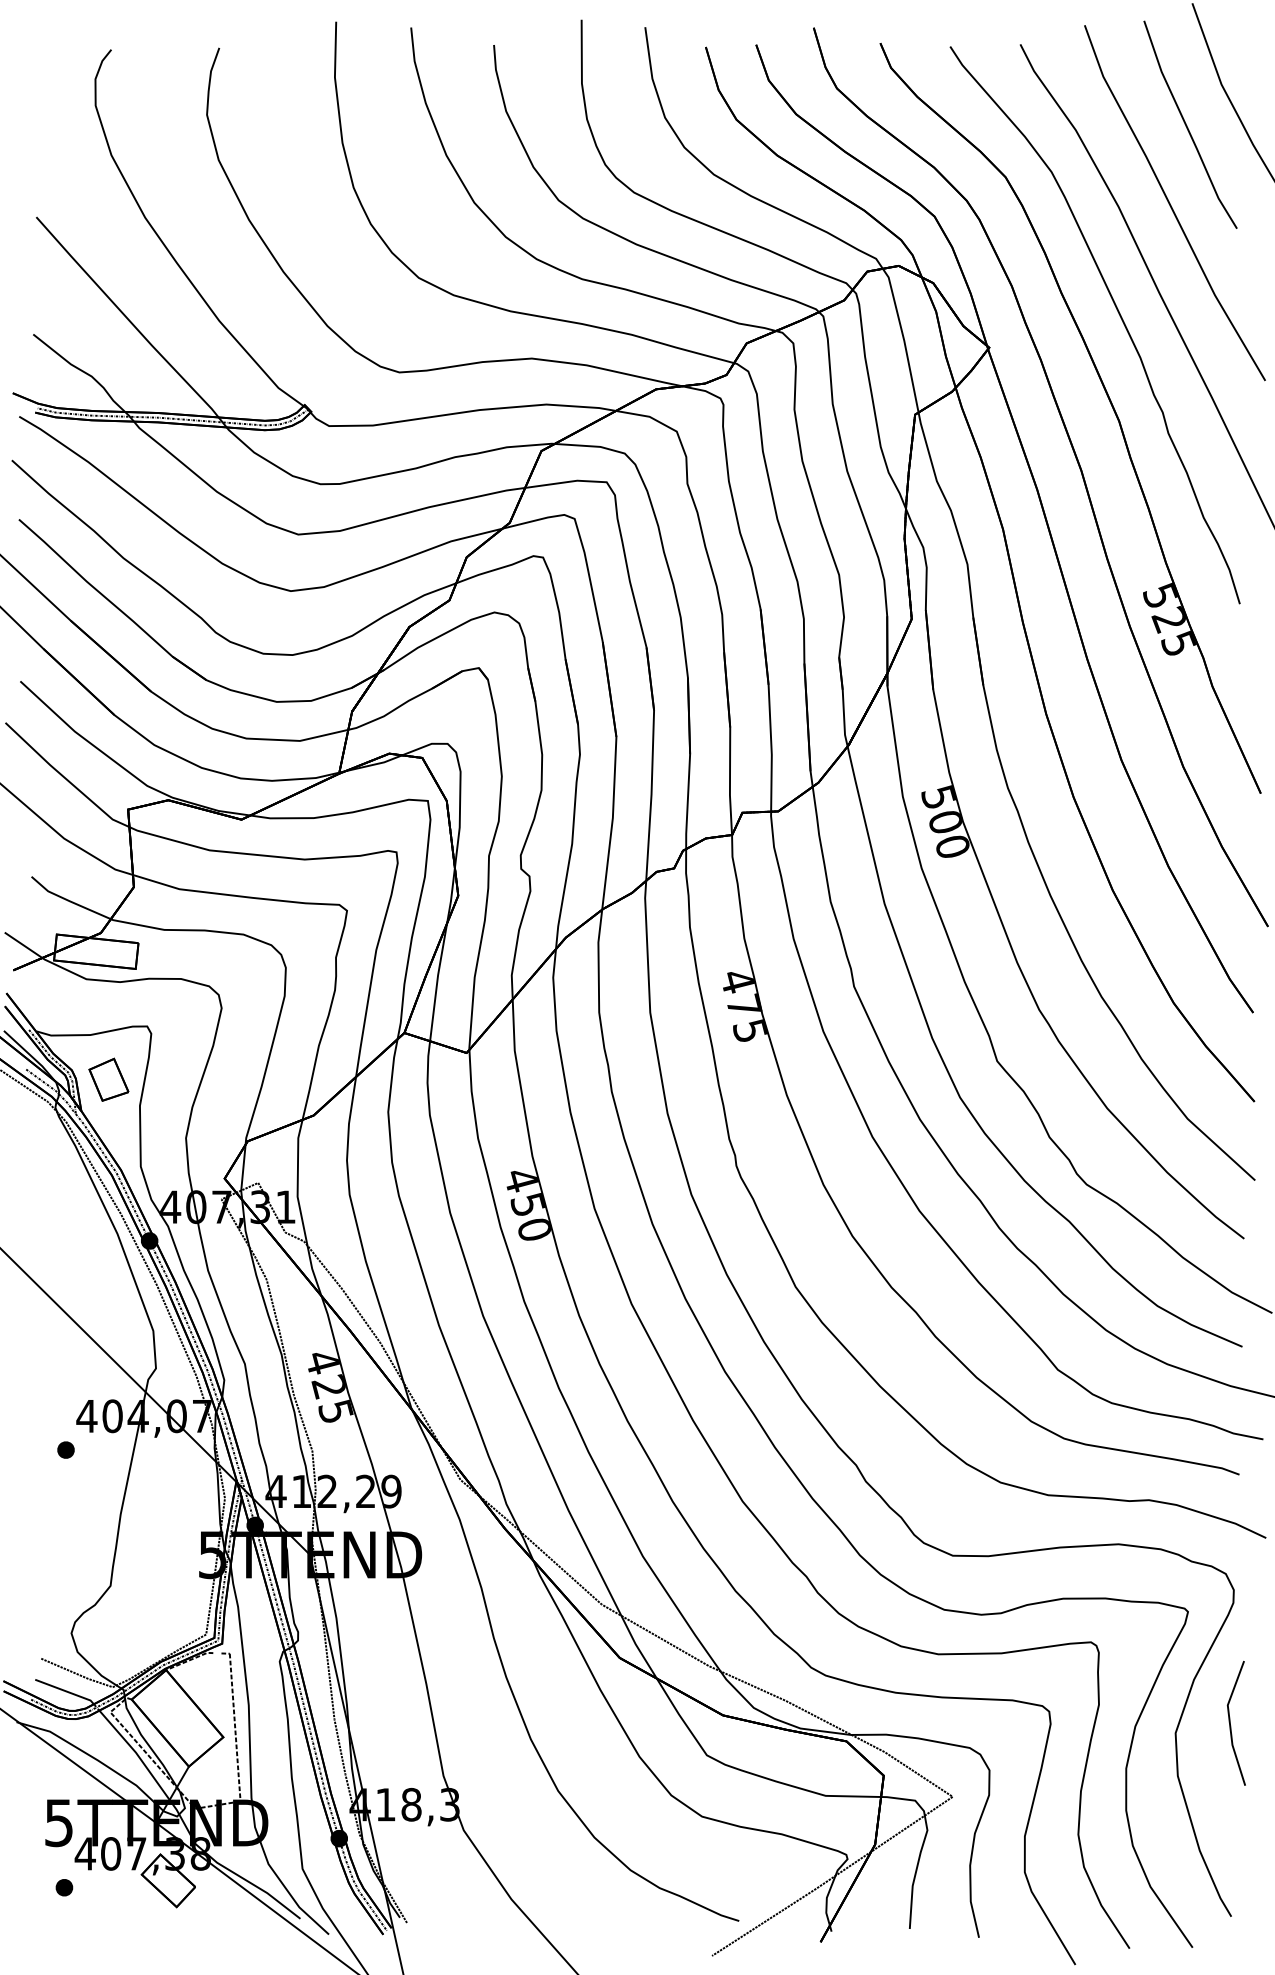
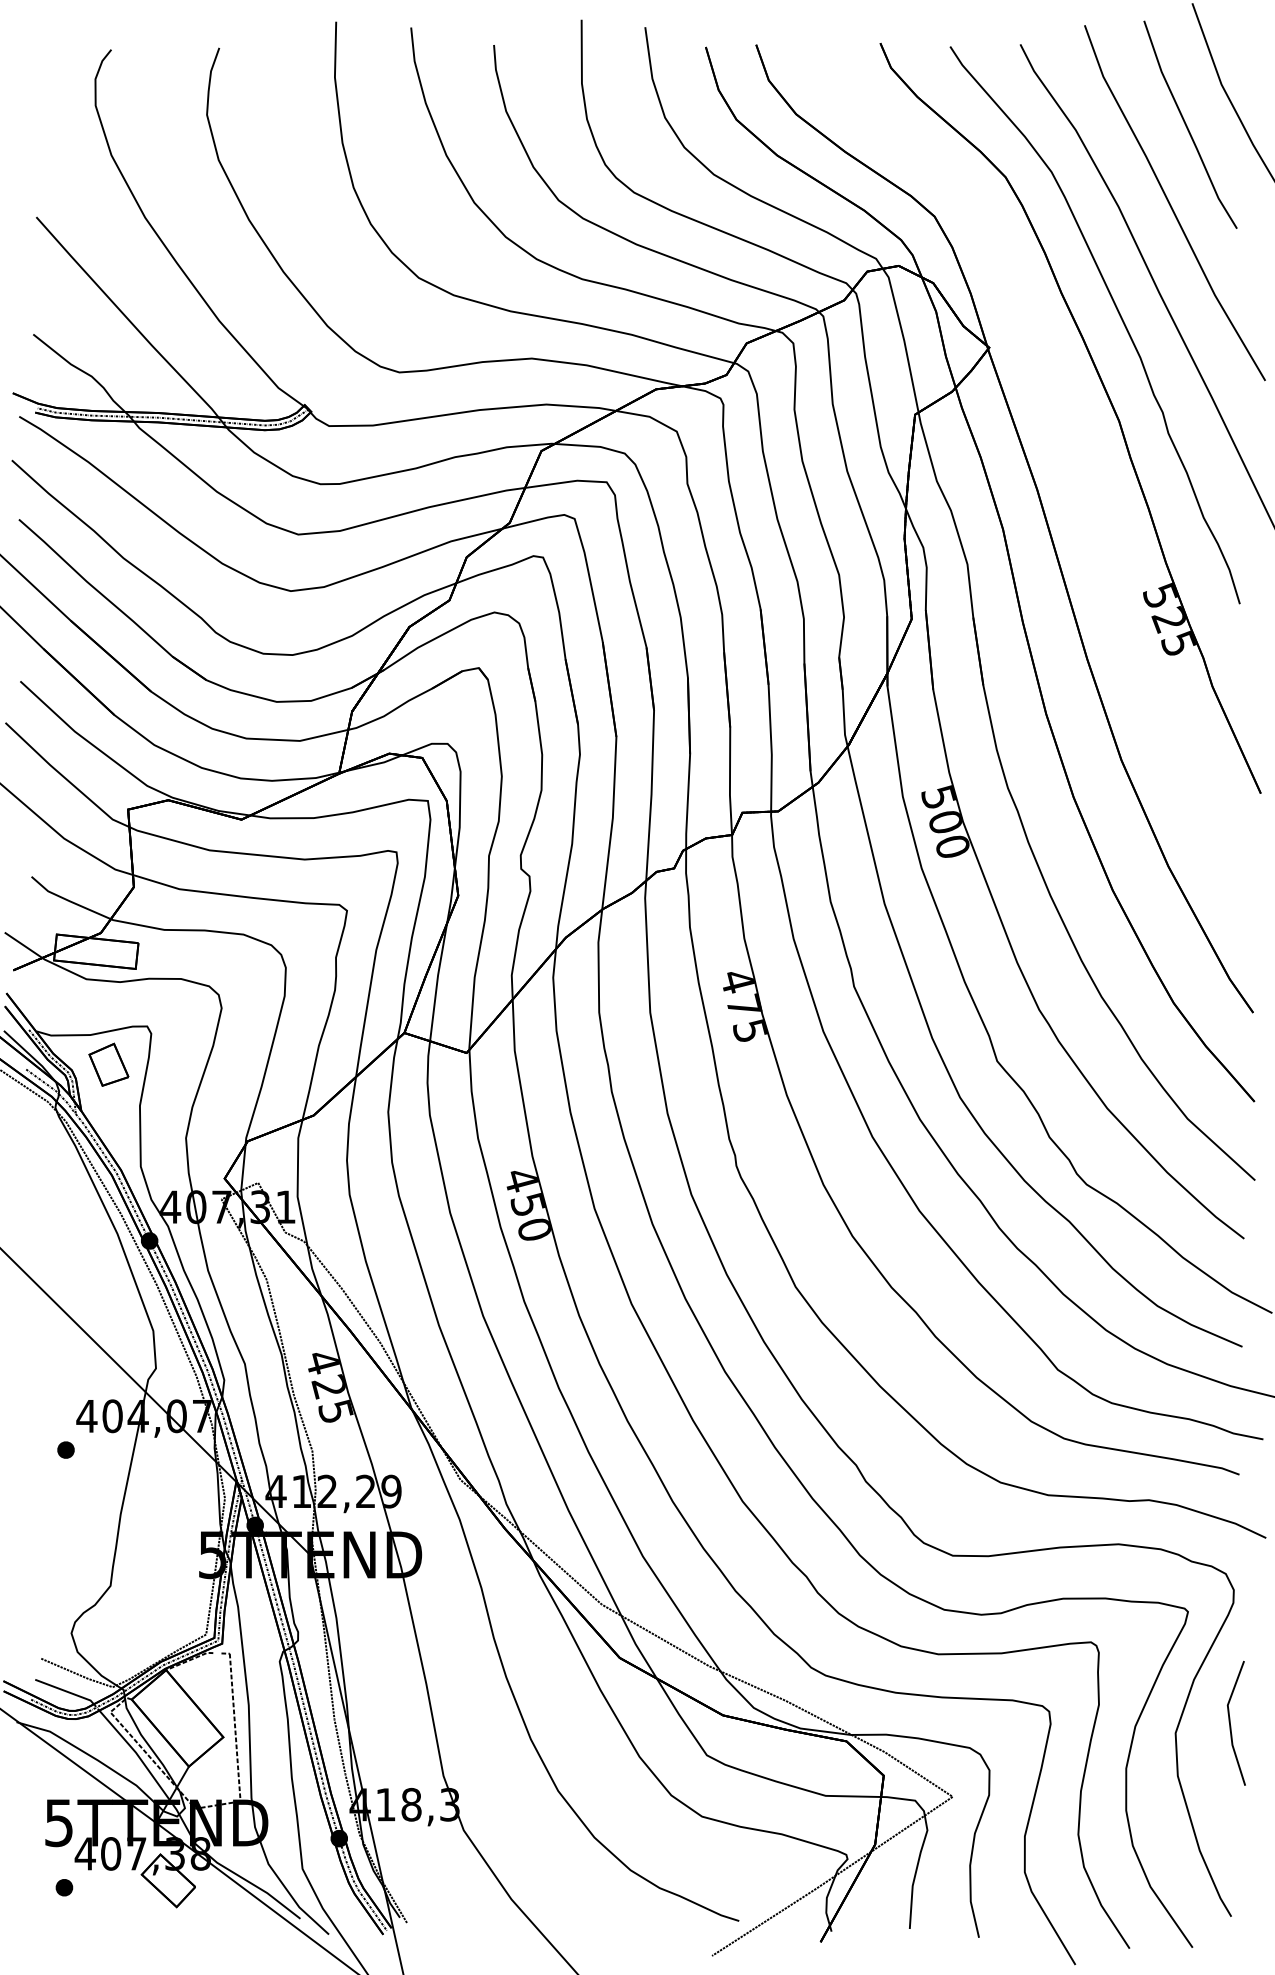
part at (1076, 461): present -> none
part at (108, 1079) position: (108, 1079) -> (108, 1064)
